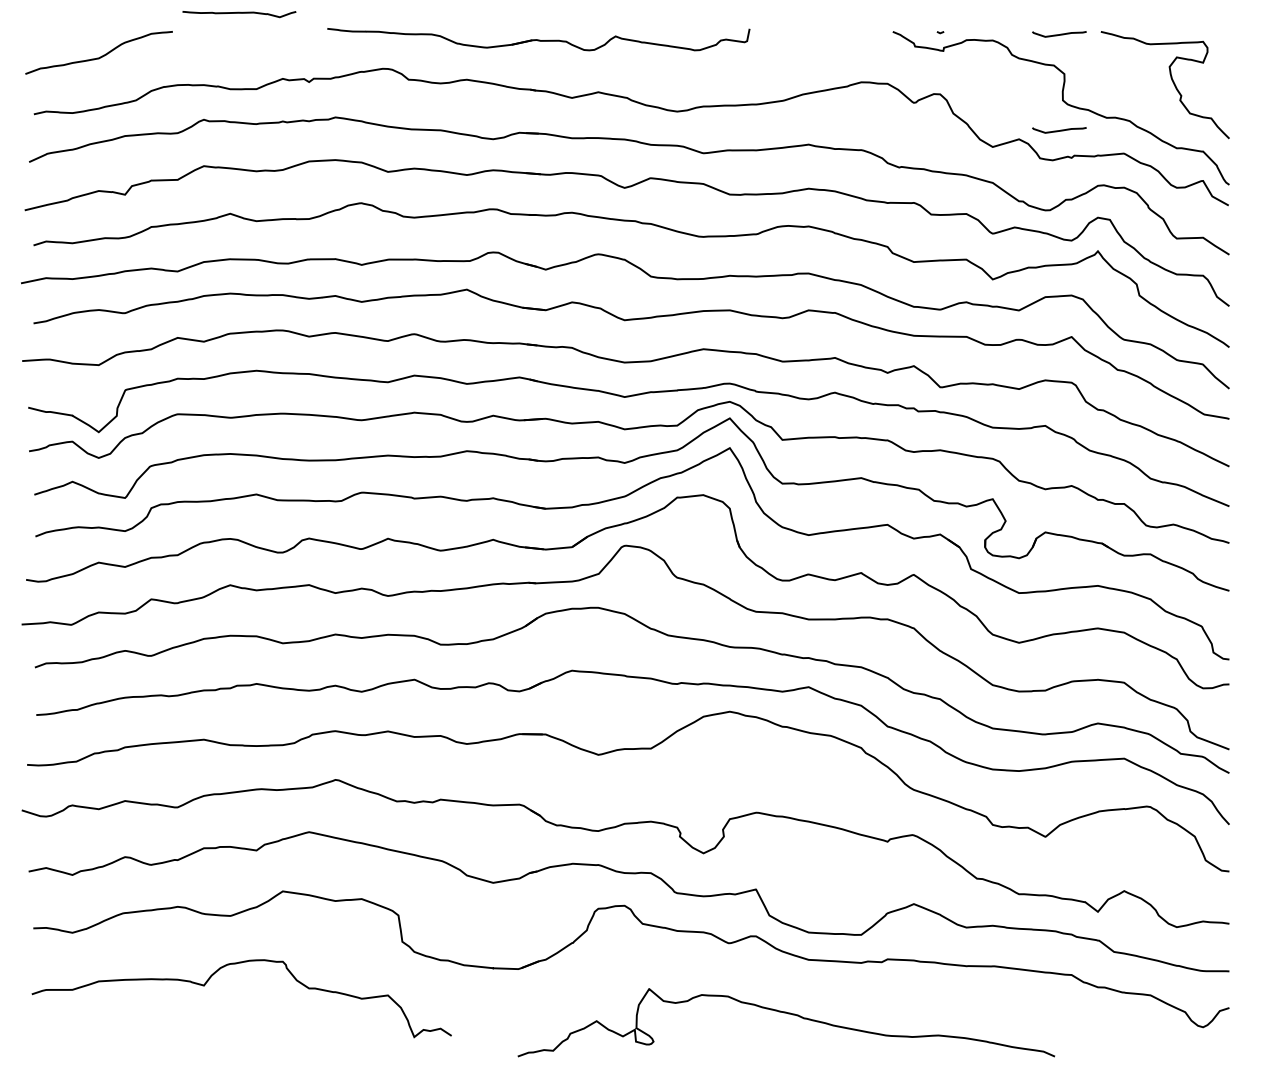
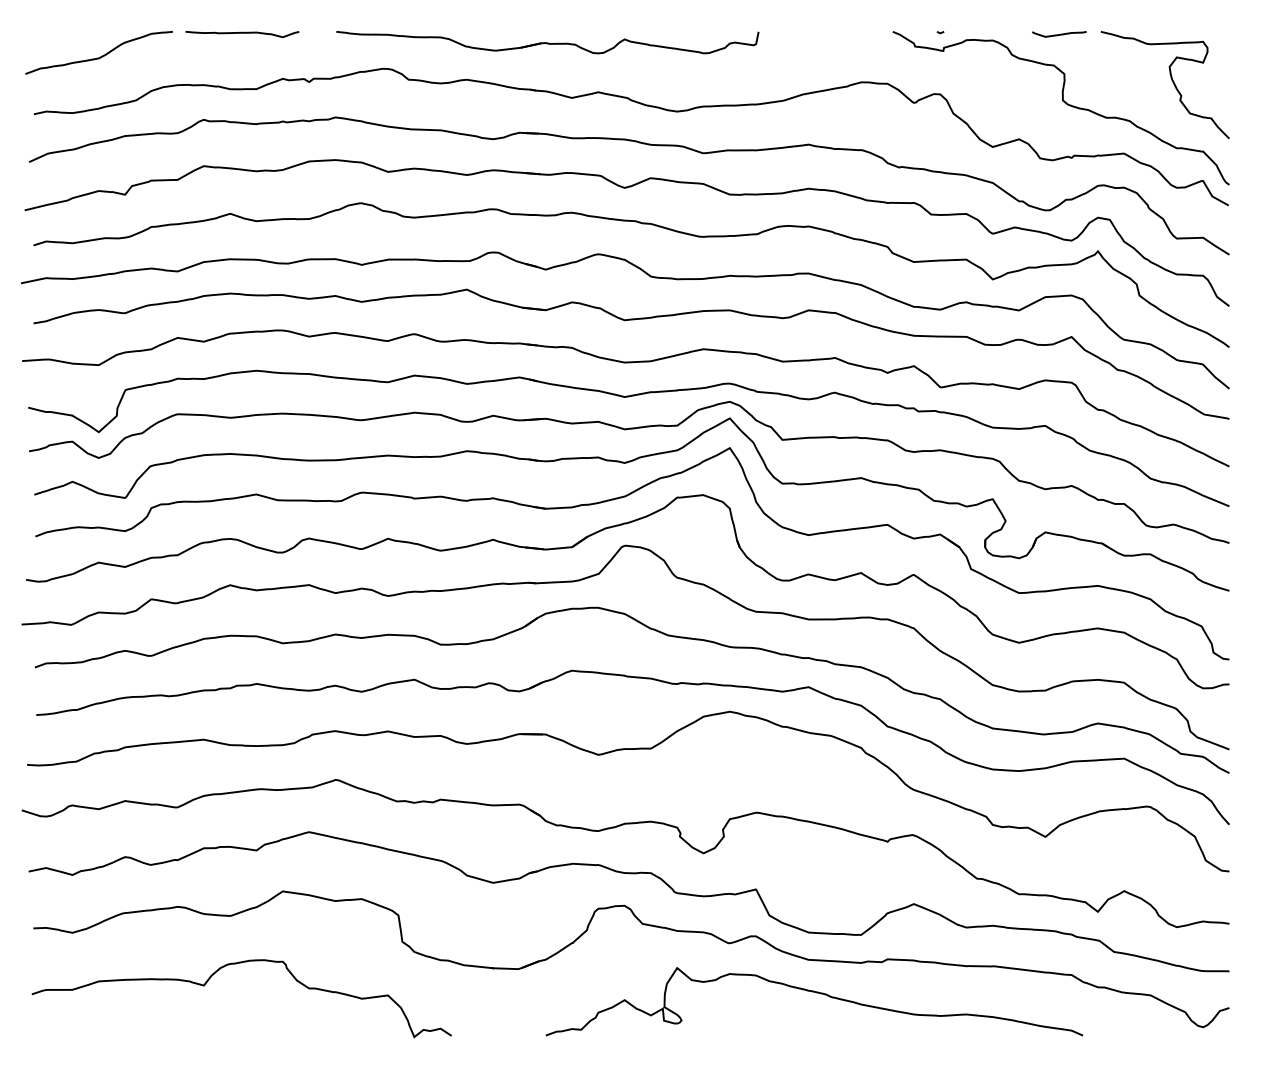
curve at (239, 13) position: (239, 13) -> (242, 33)
part at (538, 39) position: (538, 39) -> (547, 42)
curve at (1059, 130): present -> none
curve at (788, 1014) position: (788, 1014) -> (816, 993)
